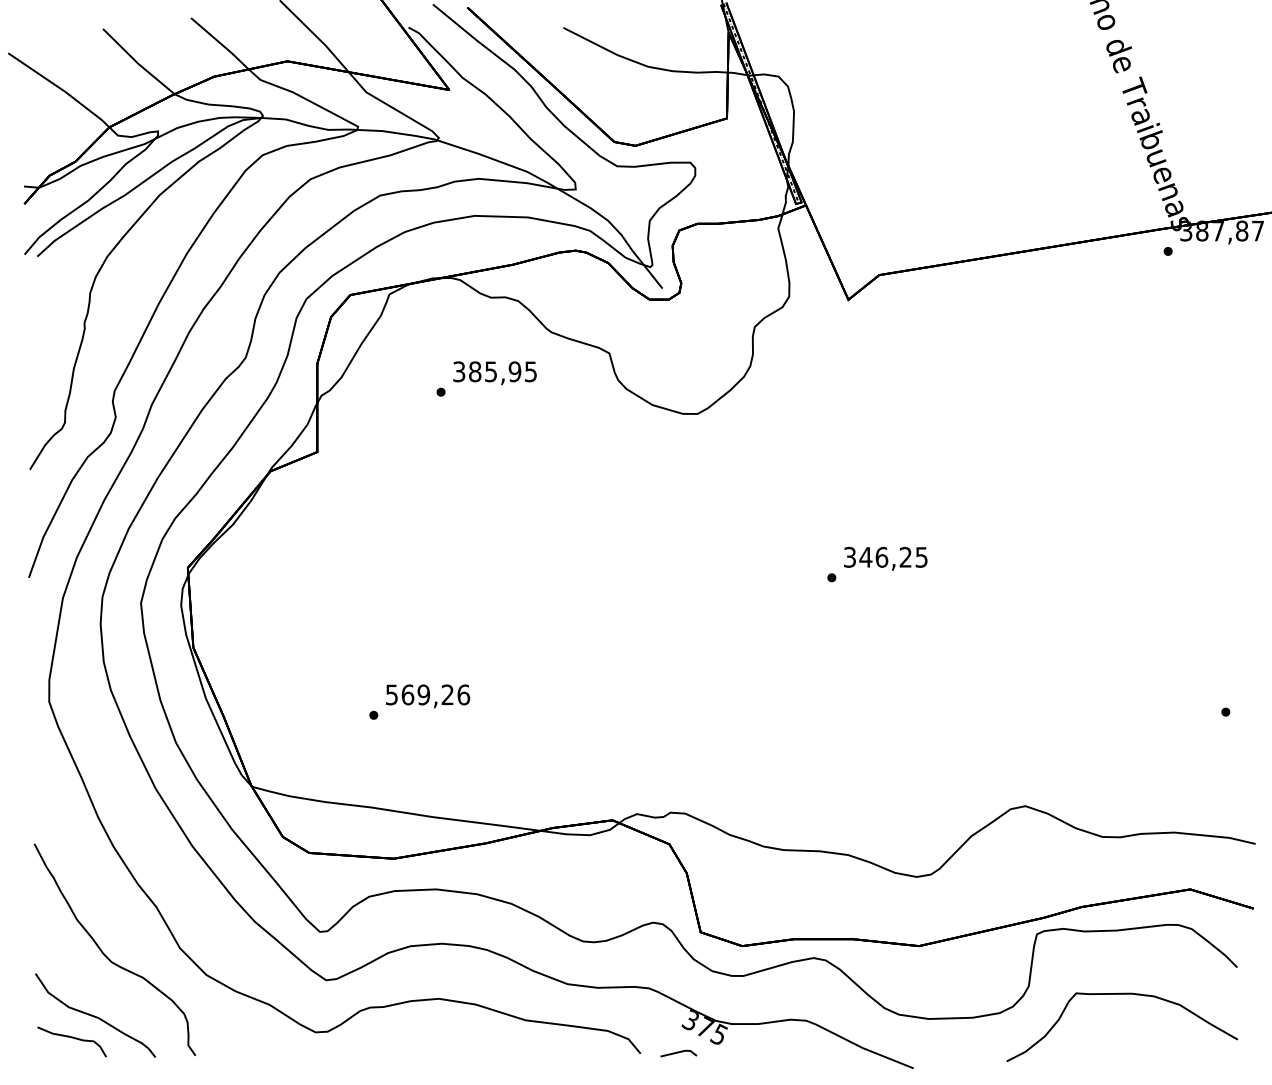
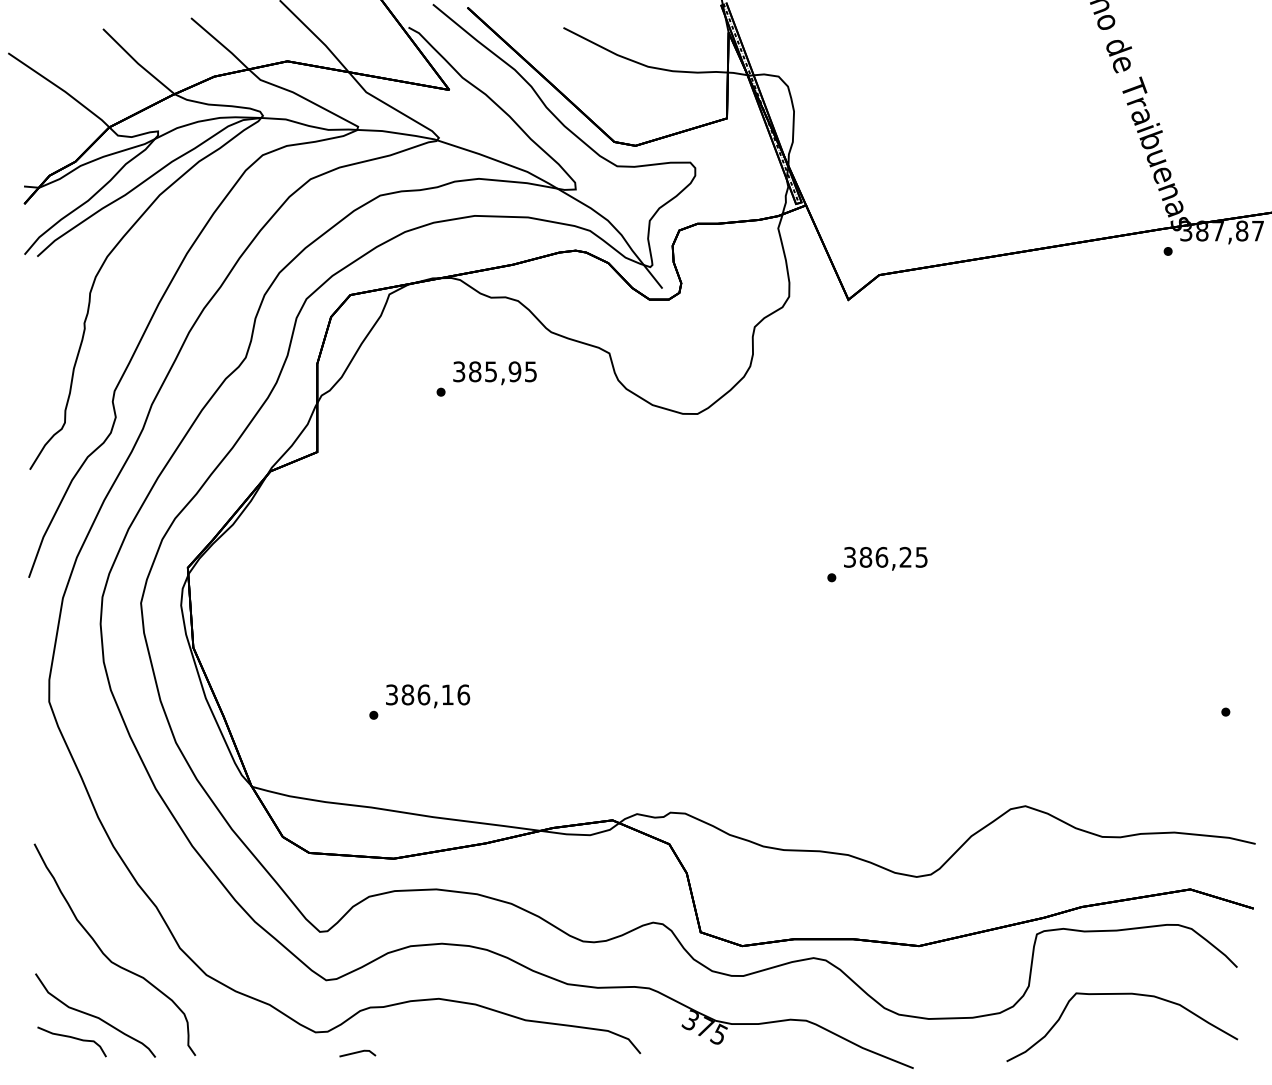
text at (865, 556): 346,25 -> 386,25
text at (419, 694): 569,26 -> 386,16
line at (678, 1053) position: (678, 1053) -> (357, 1053)
